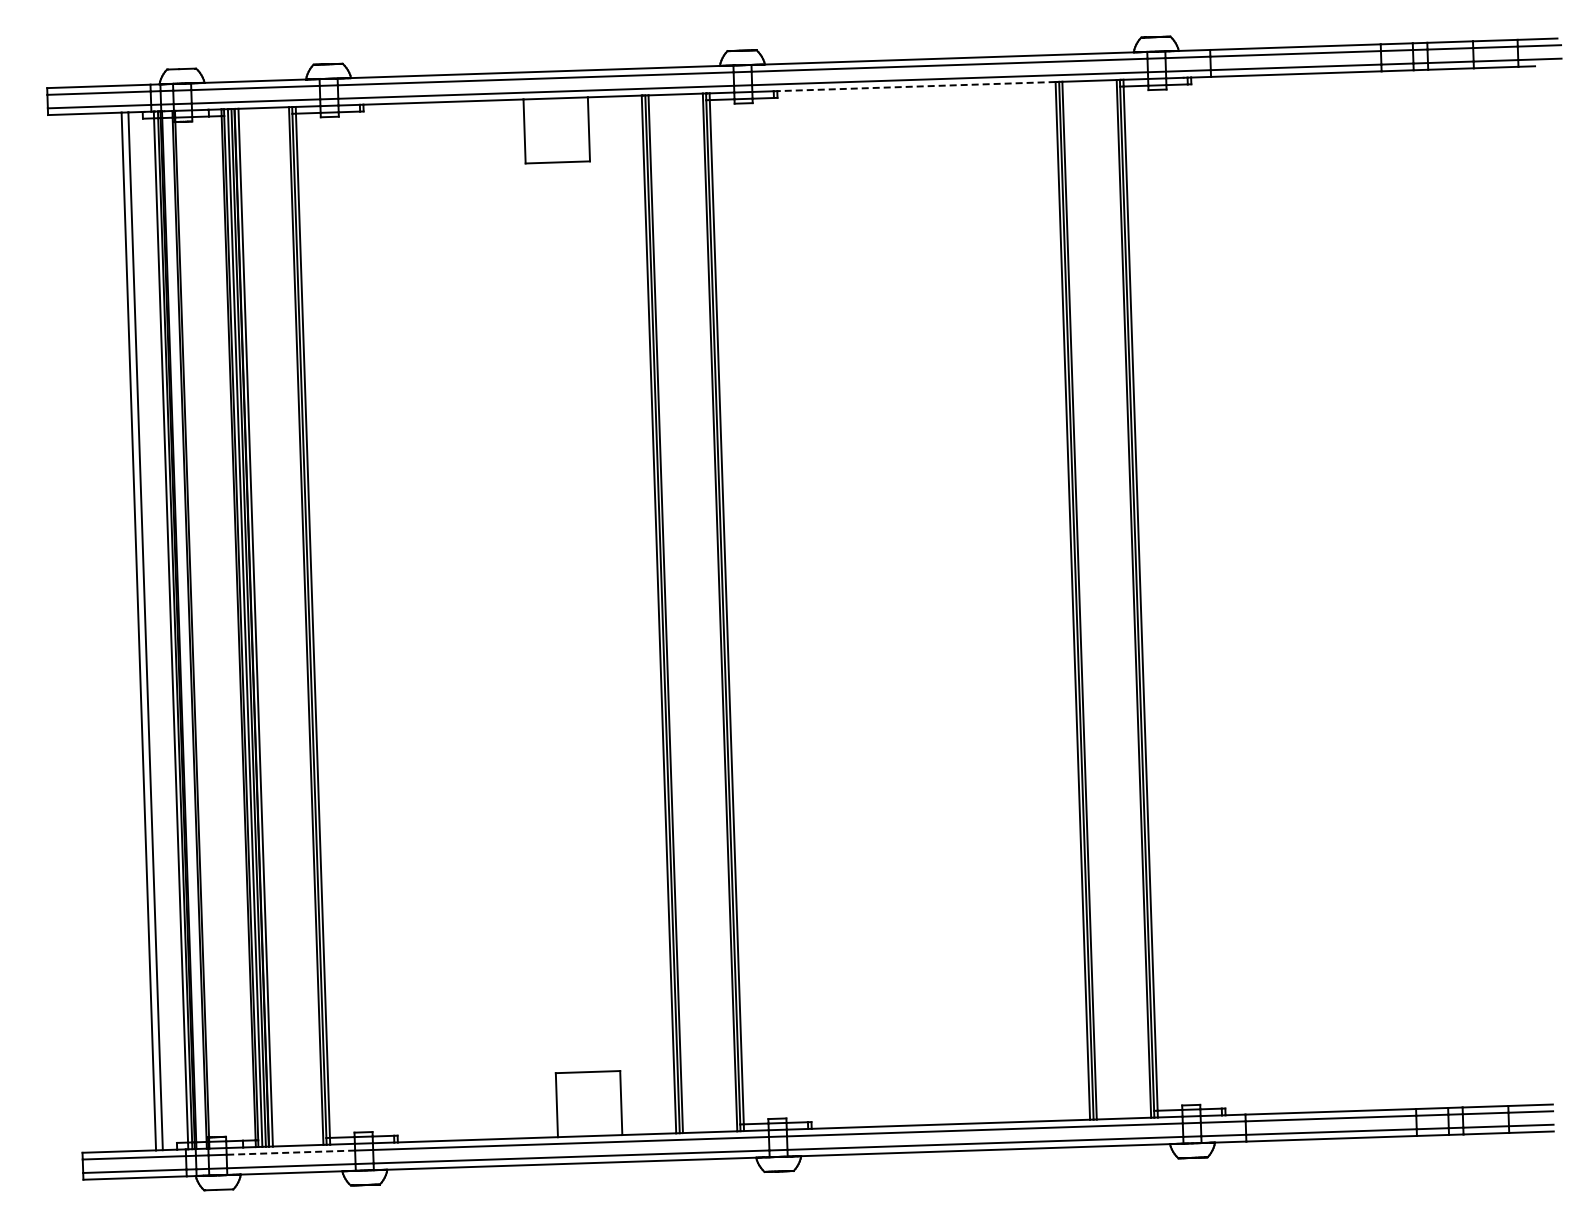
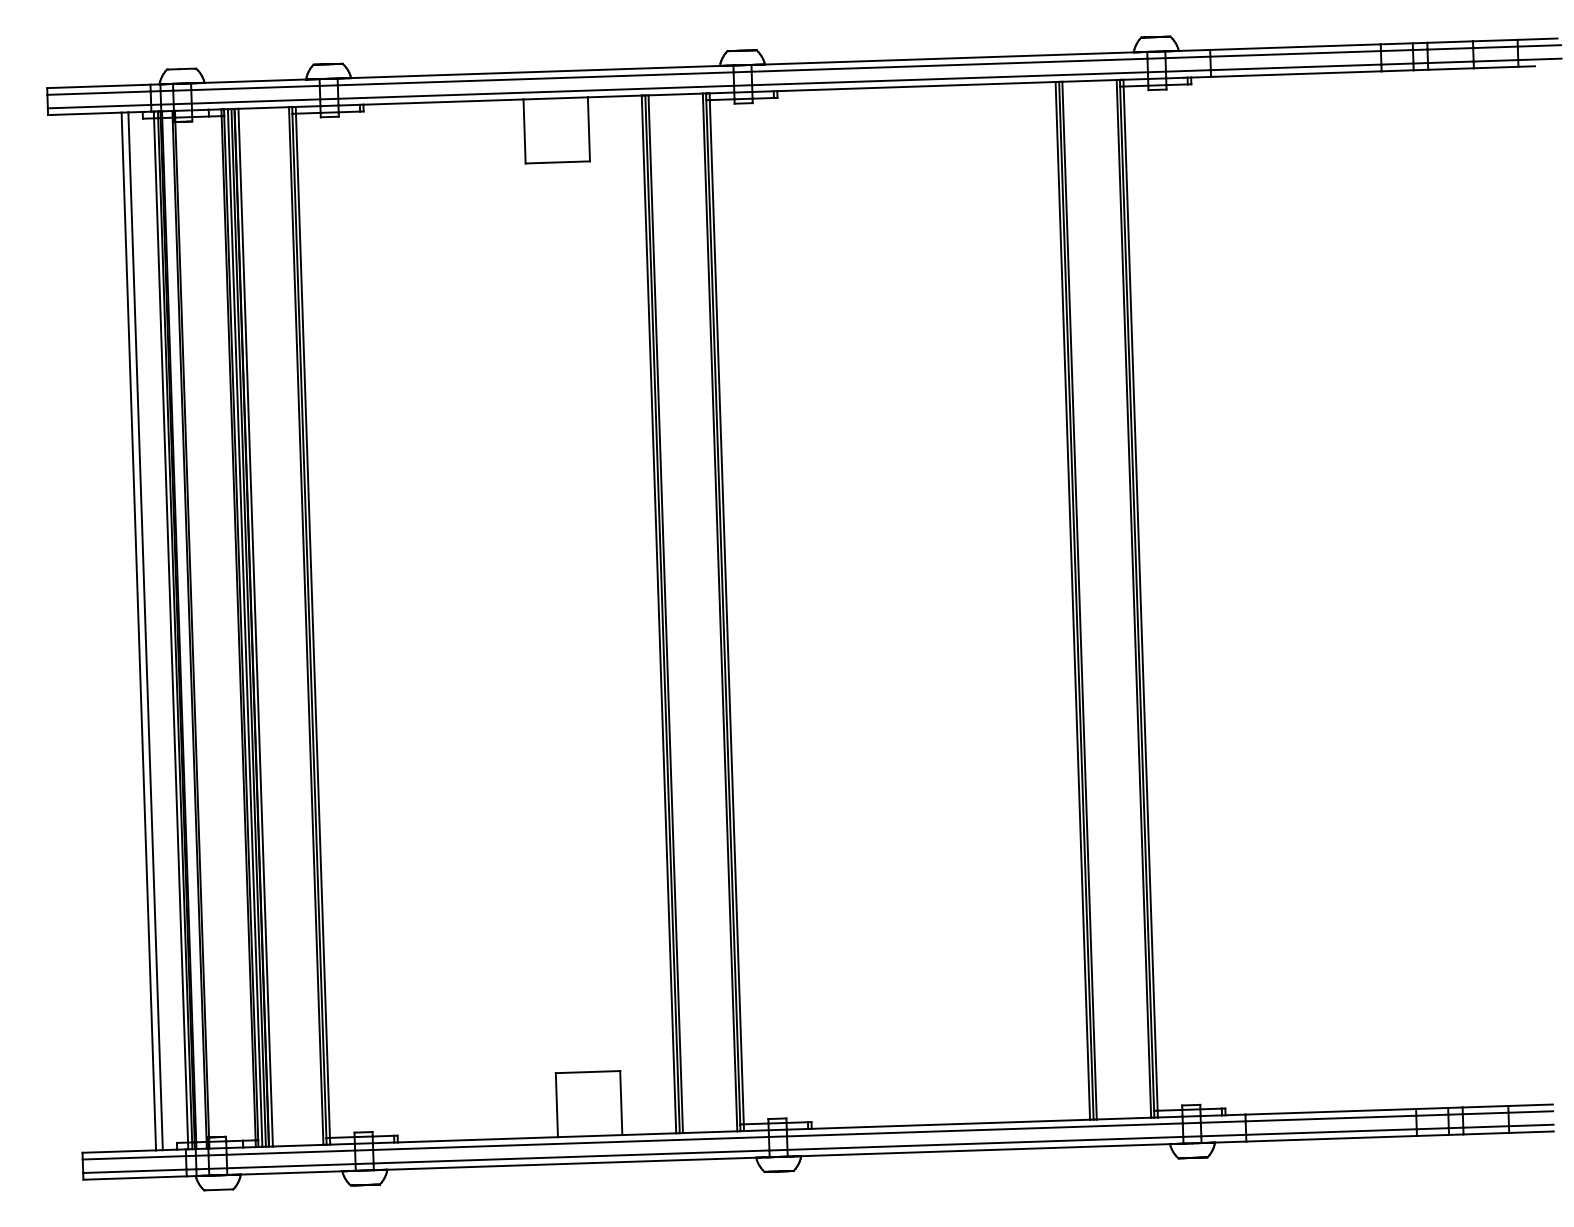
line at (915, 86): dashed -> solid
line at (290, 1152): dashed -> solid
